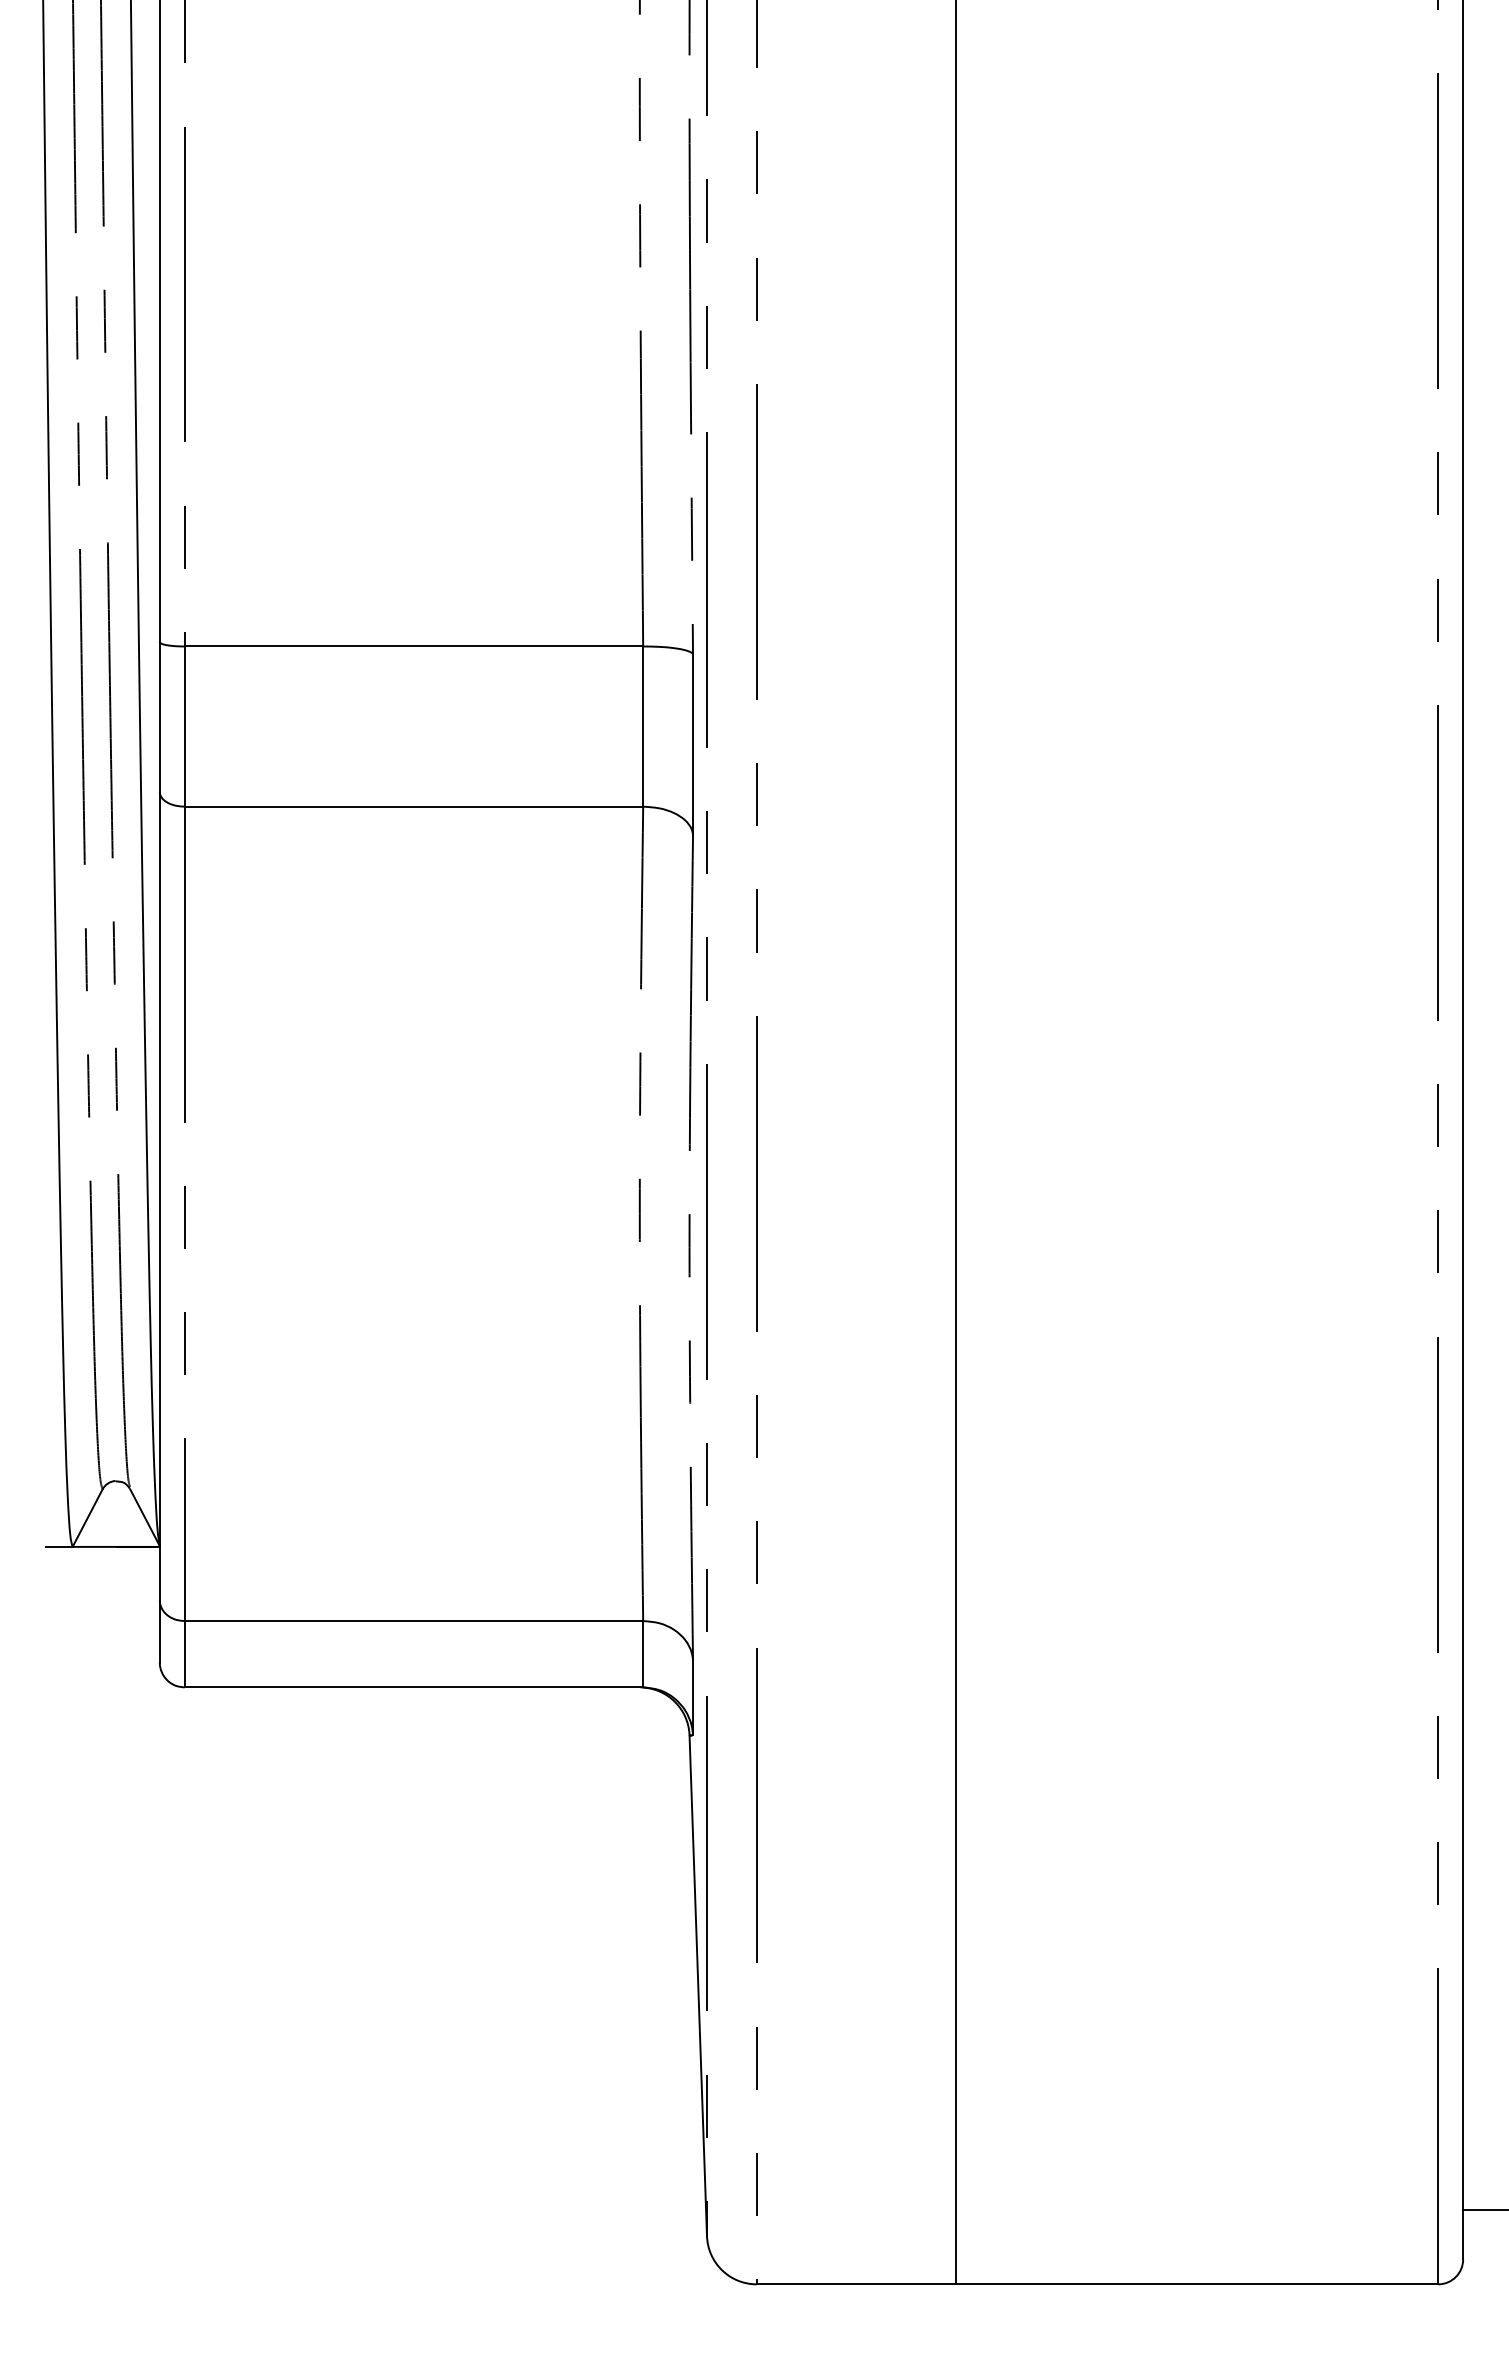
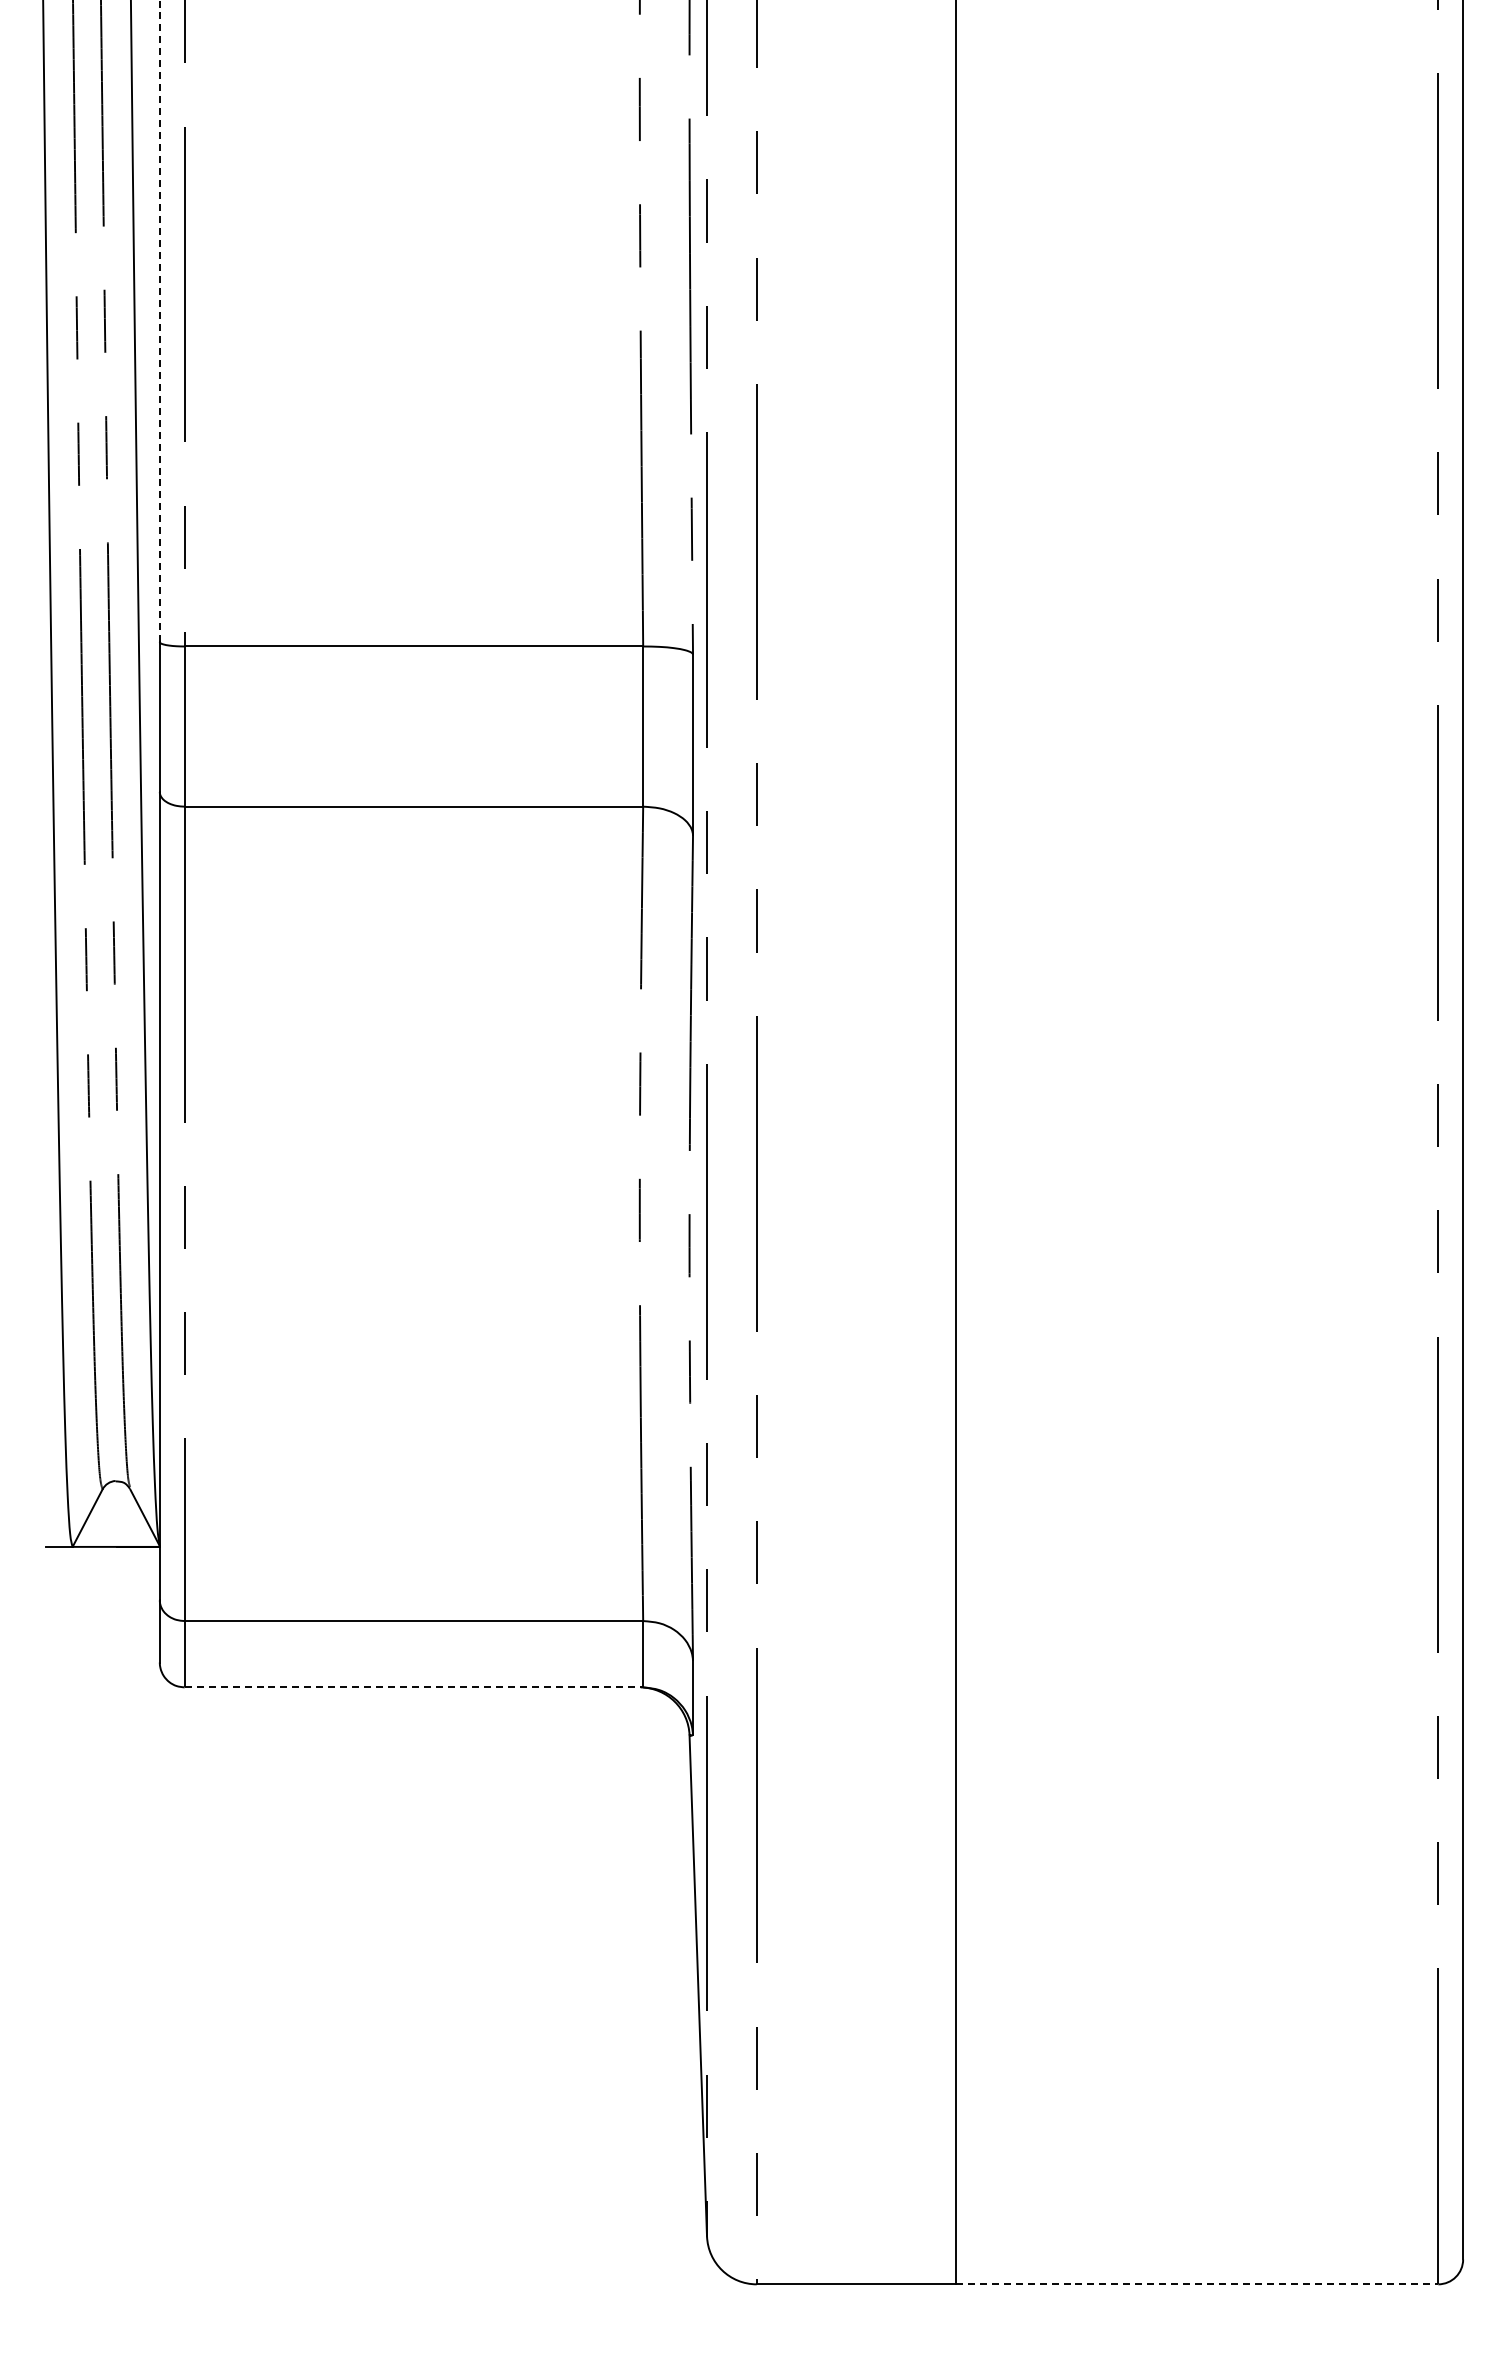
line at (159, 321): solid -> dashed
line at (414, 1687): solid -> dashed
line at (1484, 2209): present -> none
line at (1197, 2284): solid -> dashed
